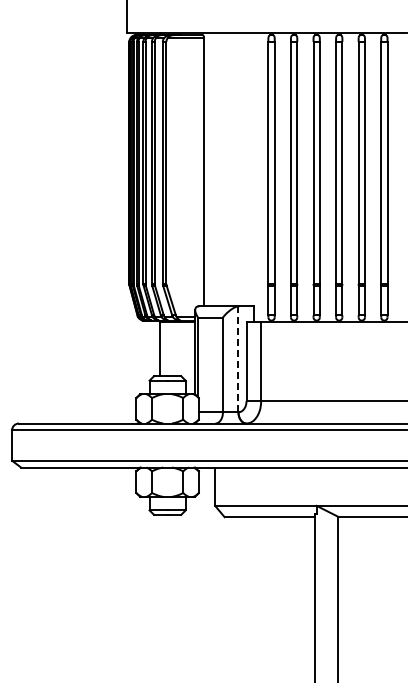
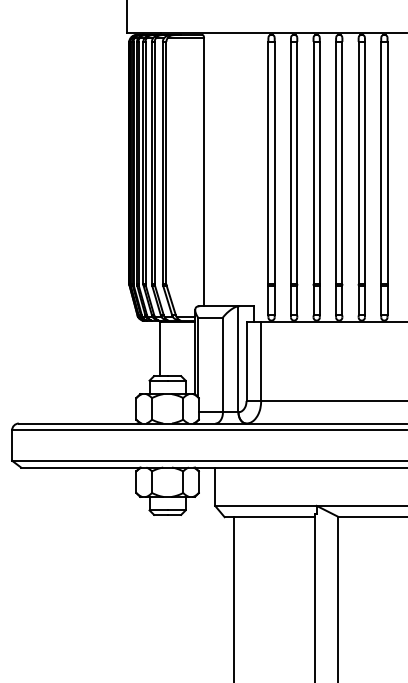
line at (238, 359): dashed -> solid
line at (233, 598): none -> present
